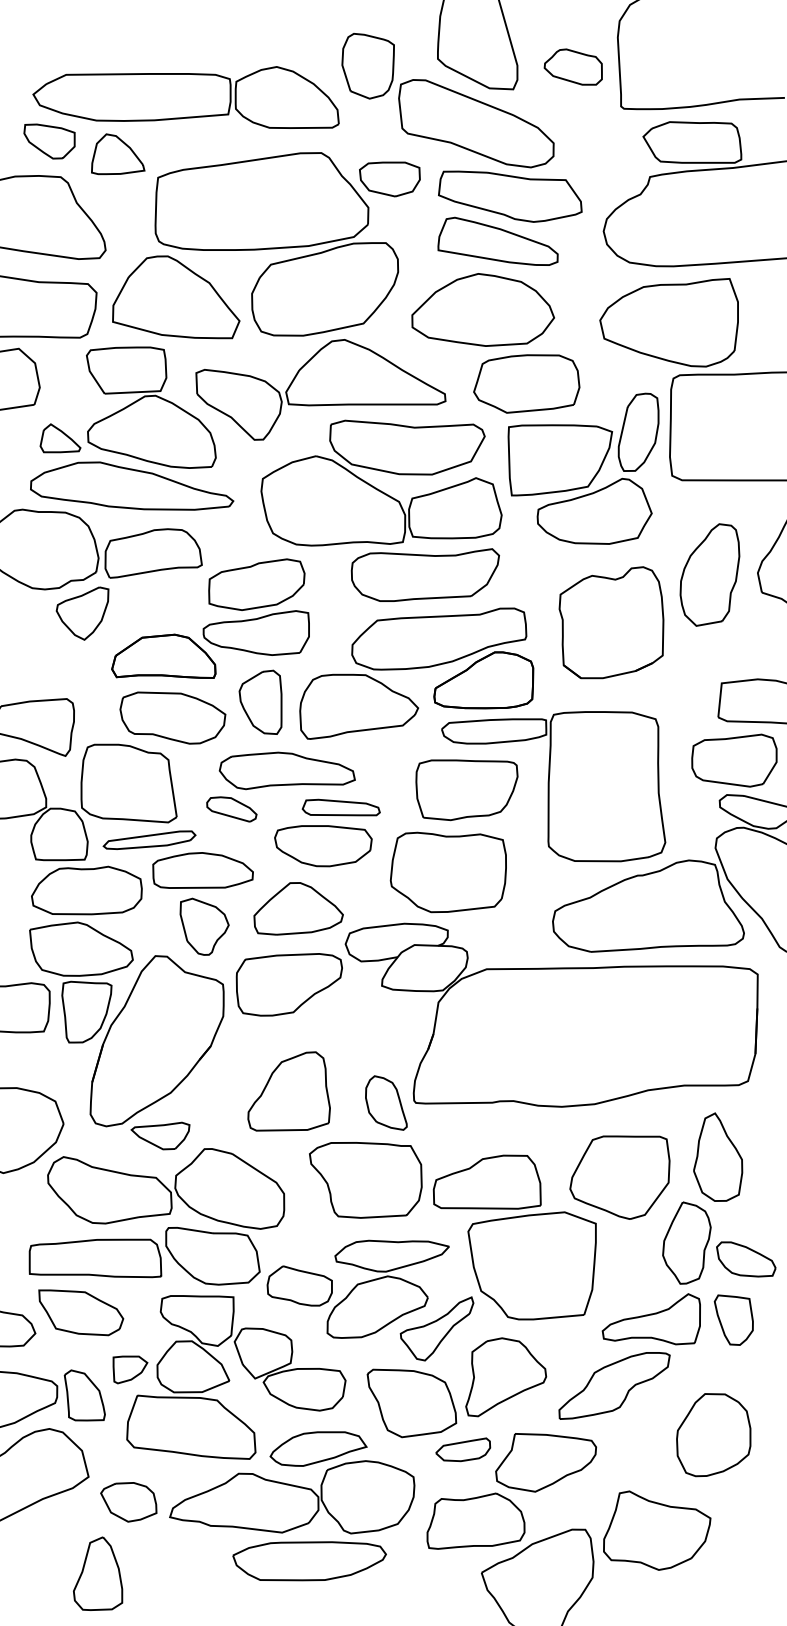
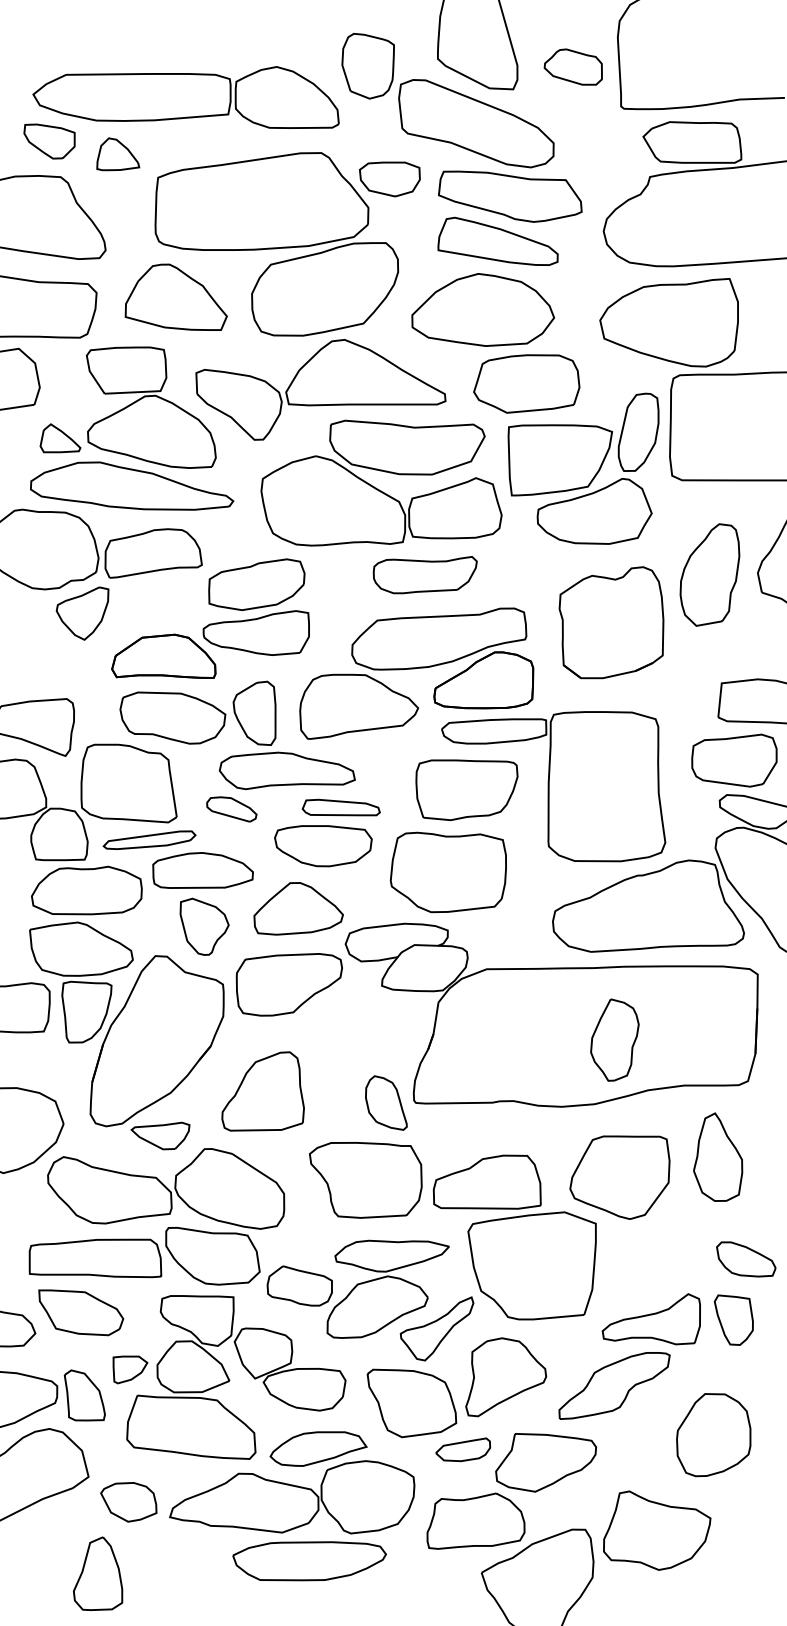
part at (118, 154) size: 55x43 px -> 45x35 px
part at (176, 297) size: 129x85 px -> 104x68 px
part at (424, 574) size: 150x54 px -> 106x39 px
part at (260, 701) position: (260, 701) -> (254, 712)
part at (288, 1091) position: (288, 1091) -> (262, 1091)
part at (686, 1242) position: (686, 1242) -> (614, 1039)
